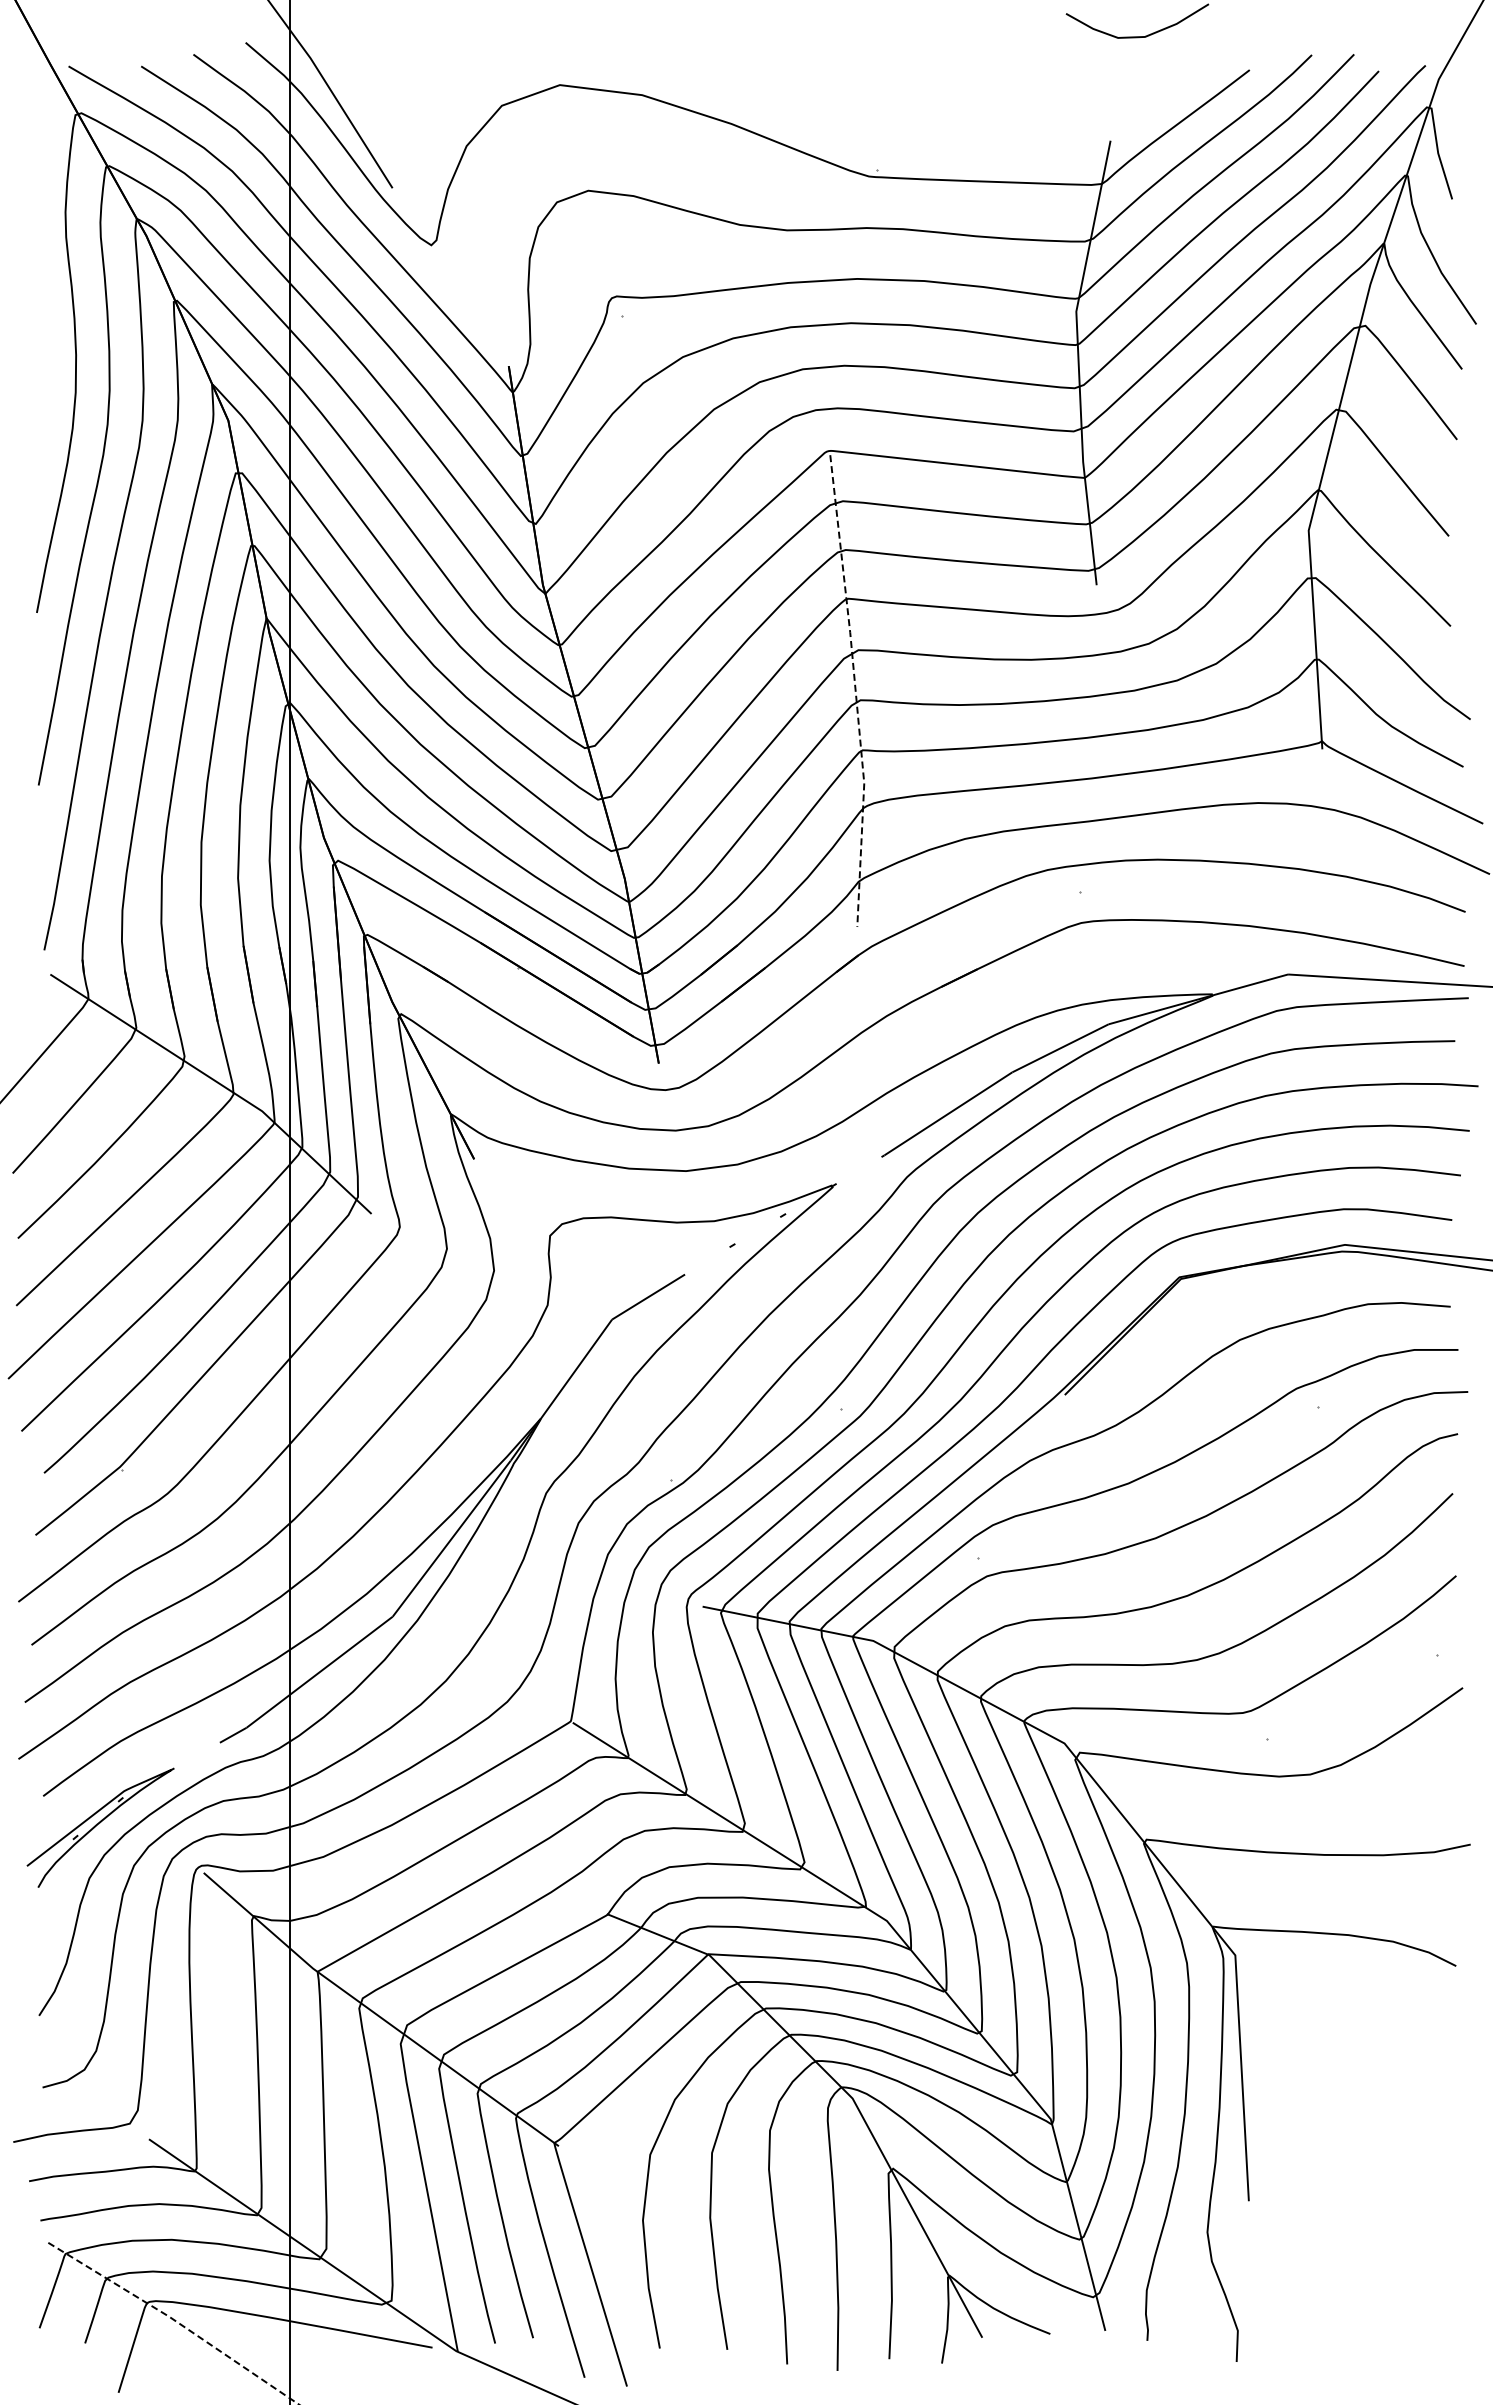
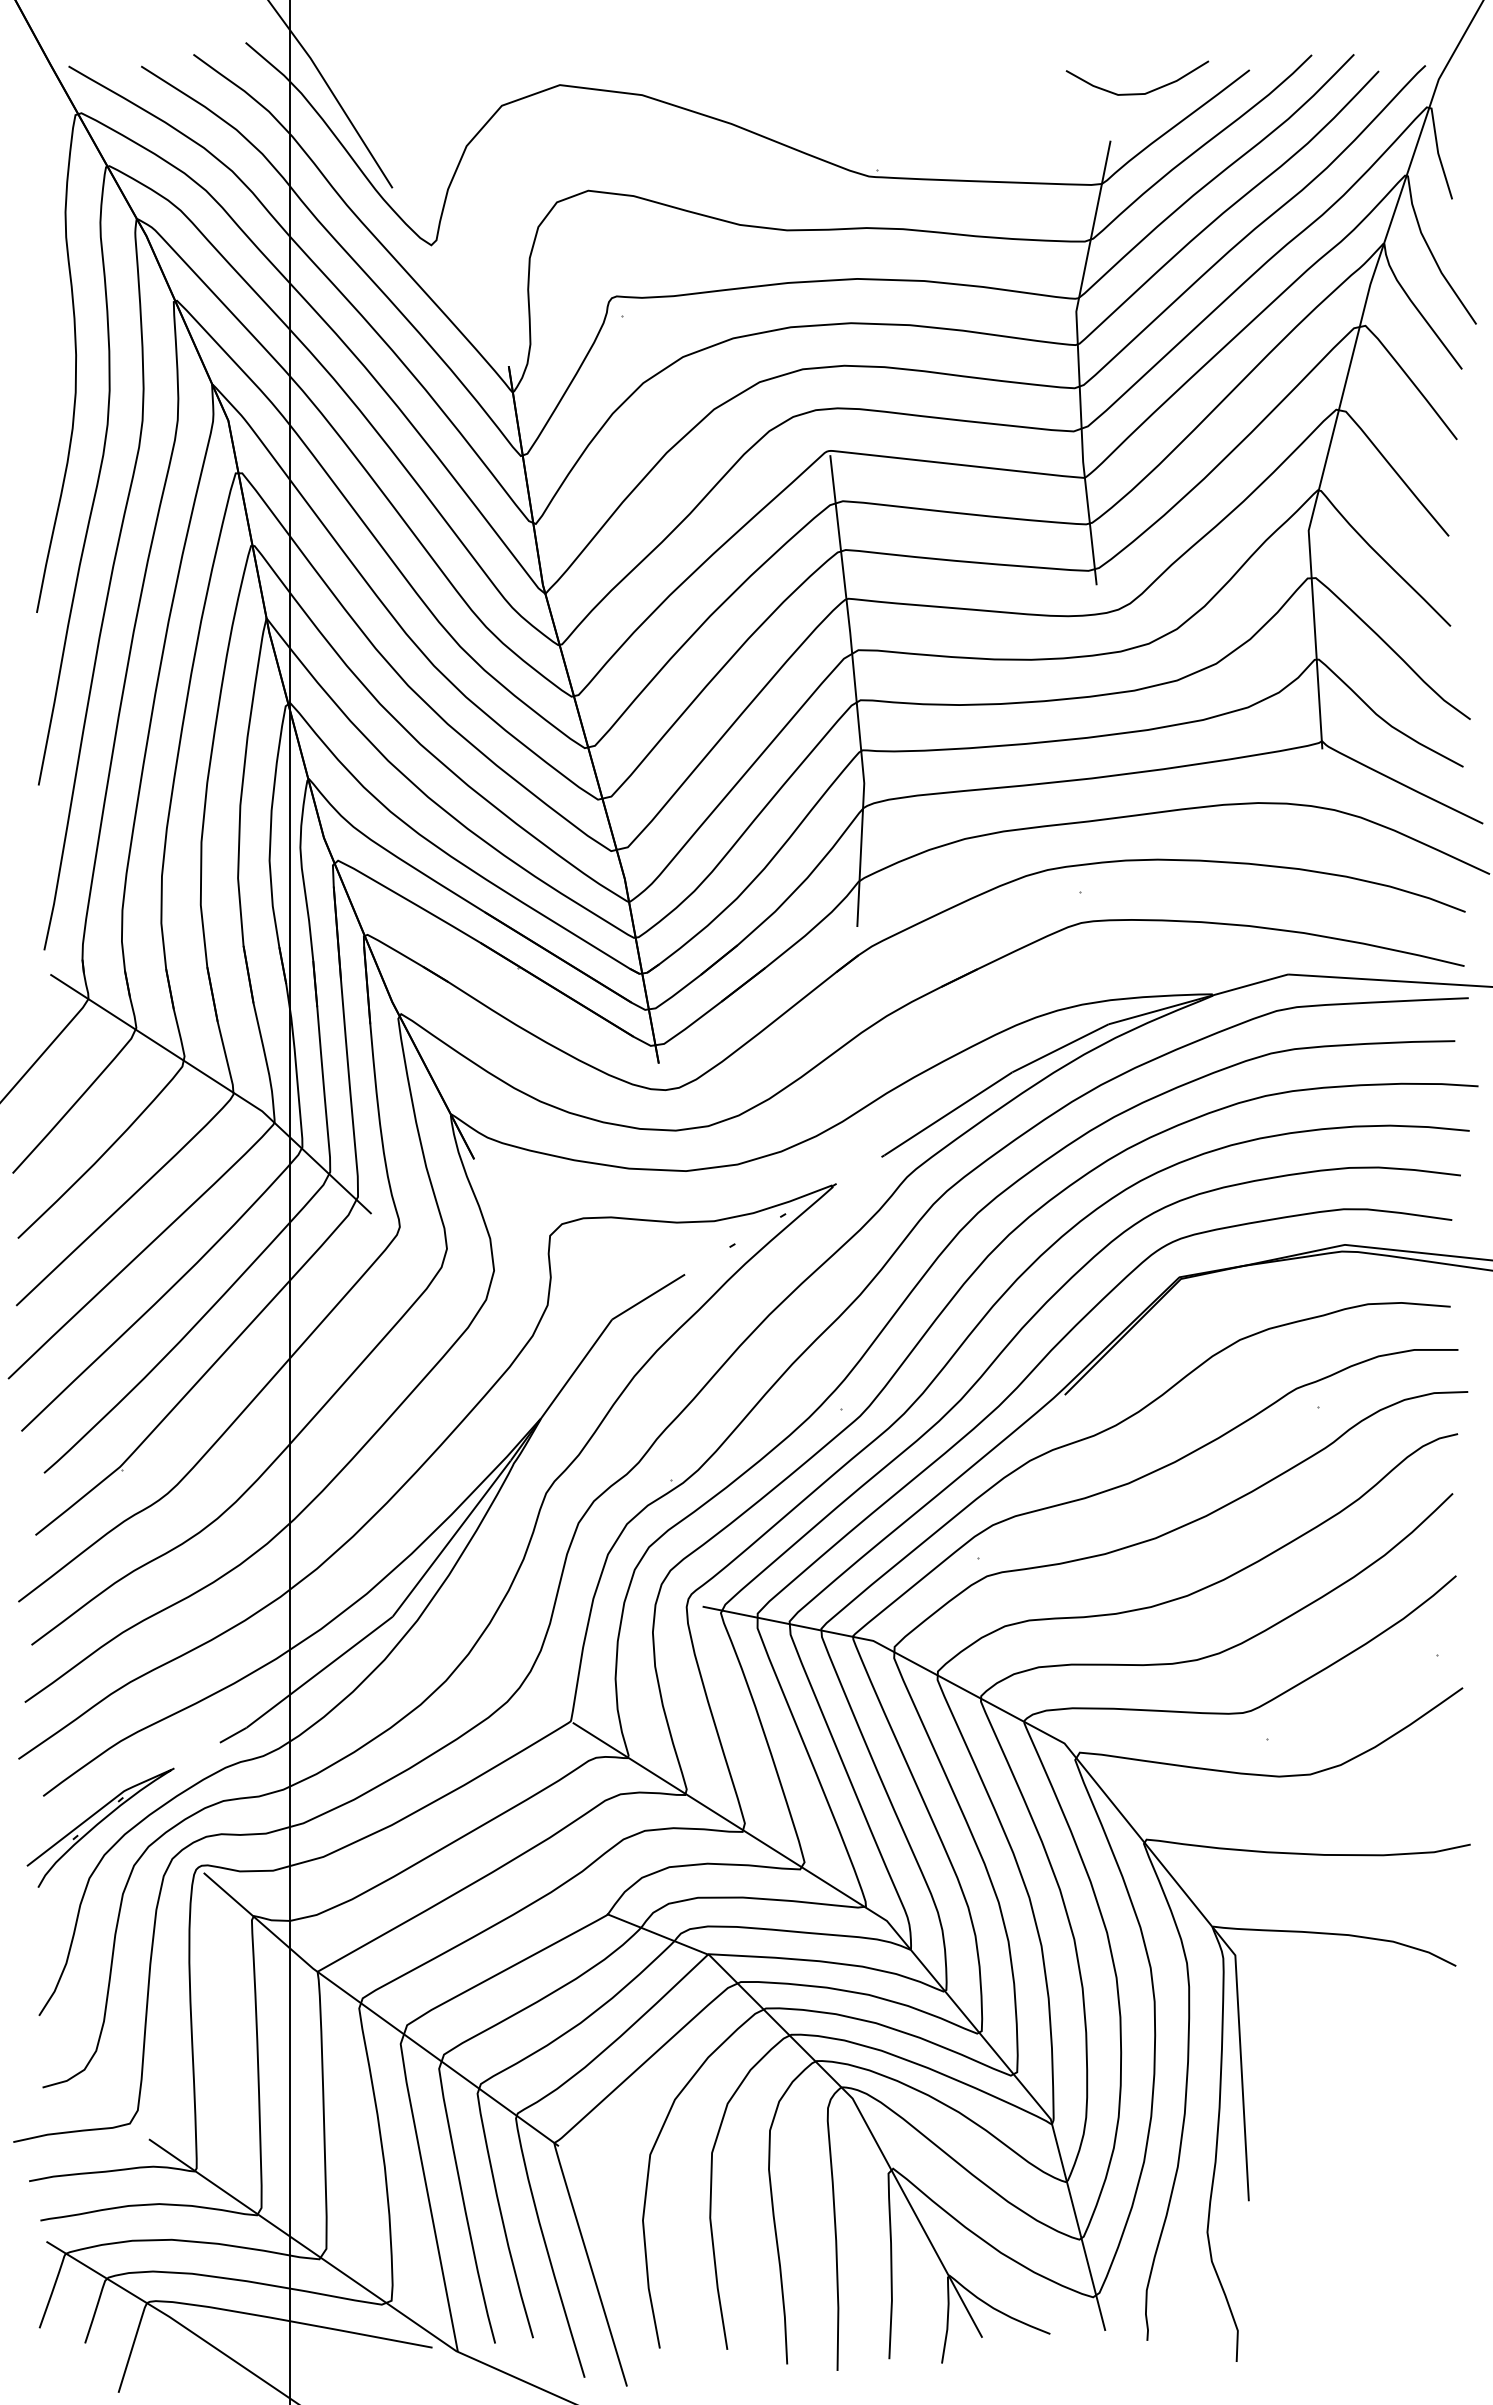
curve at (1137, 36) position: (1137, 36) -> (1137, 93)
line at (855, 691): dashed -> solid
line at (173, 2319): dashed -> solid
